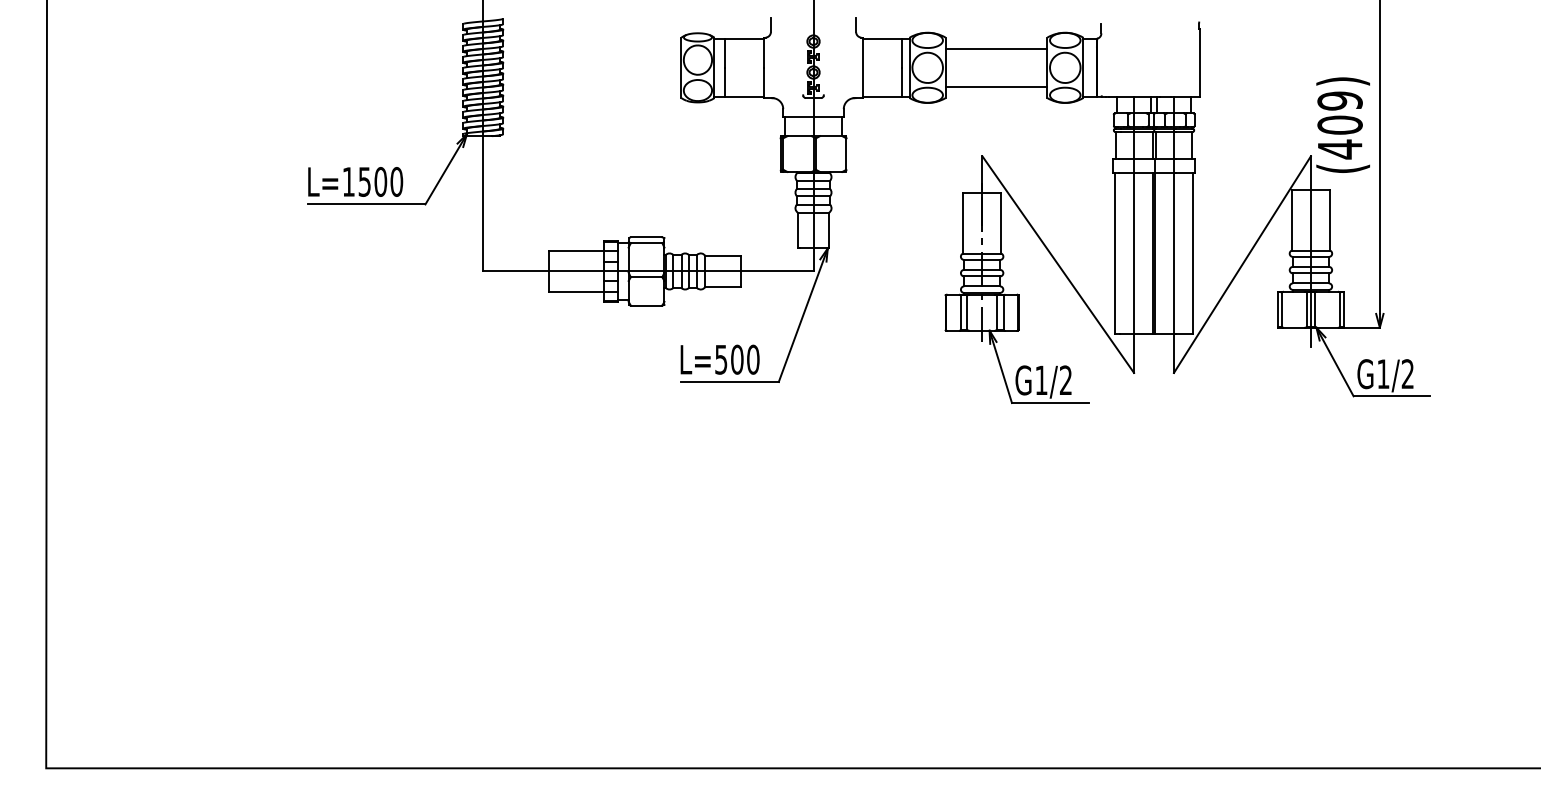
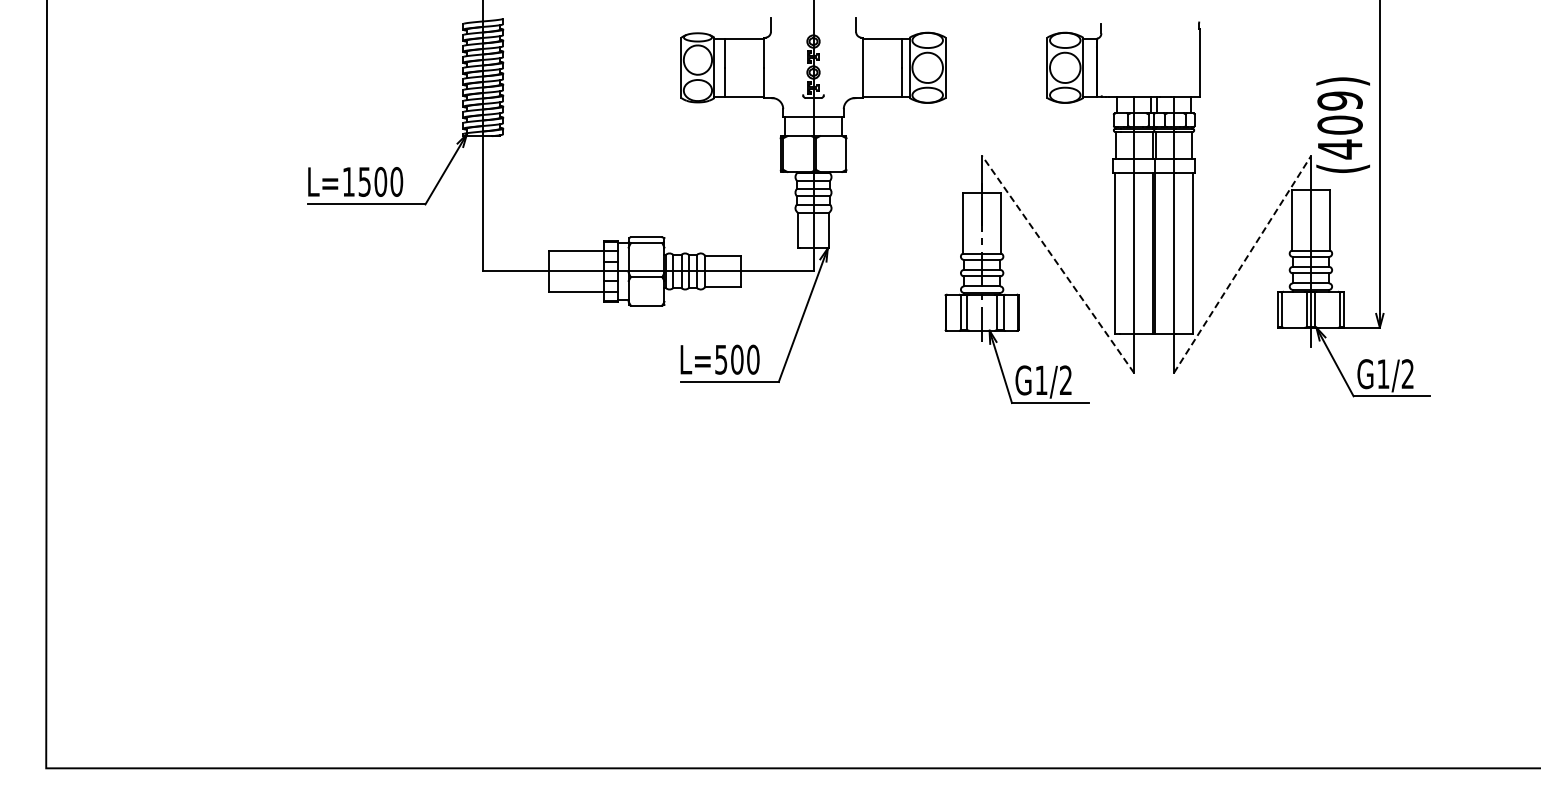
line at (996, 48): present -> none
line at (996, 86): present -> none
line at (1057, 264): solid -> dashed
line at (1242, 264): solid -> dashed
